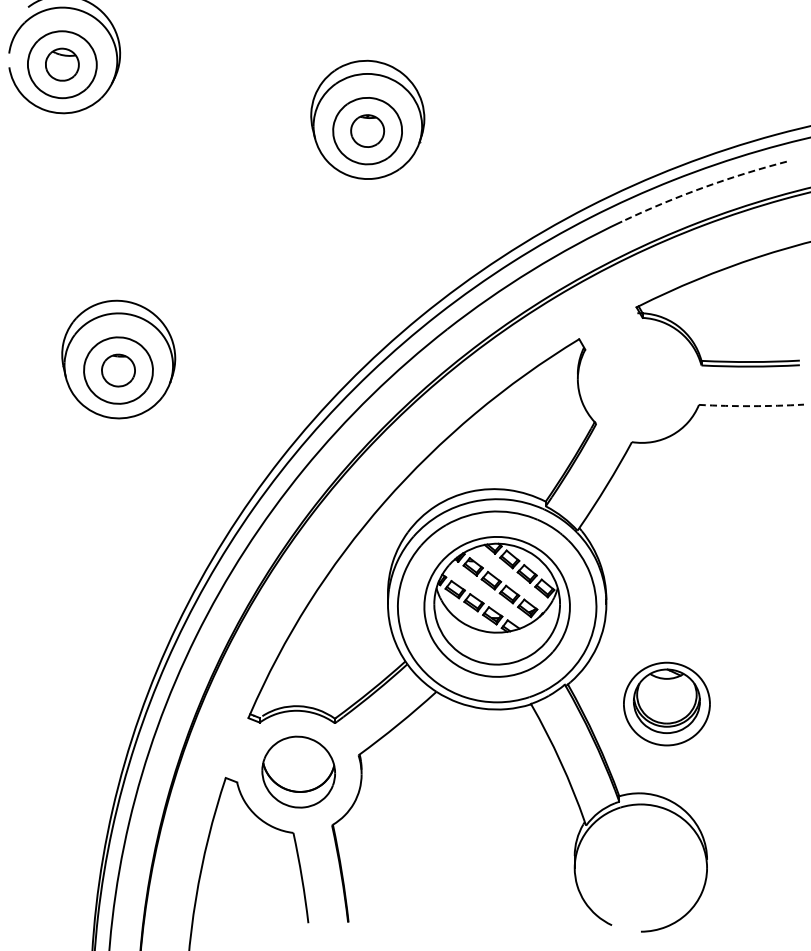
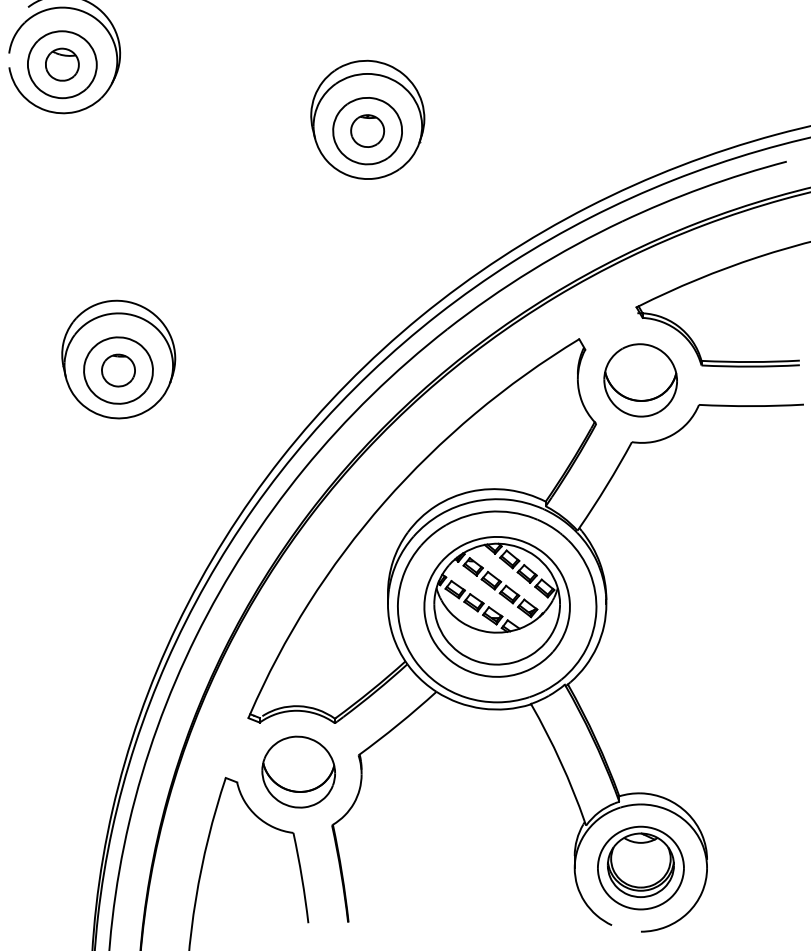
arc at (703, 187): dashed -> solid
part at (640, 380): none -> present
arc at (751, 406): dashed -> solid
part at (666, 703) position: (666, 703) -> (640, 867)
